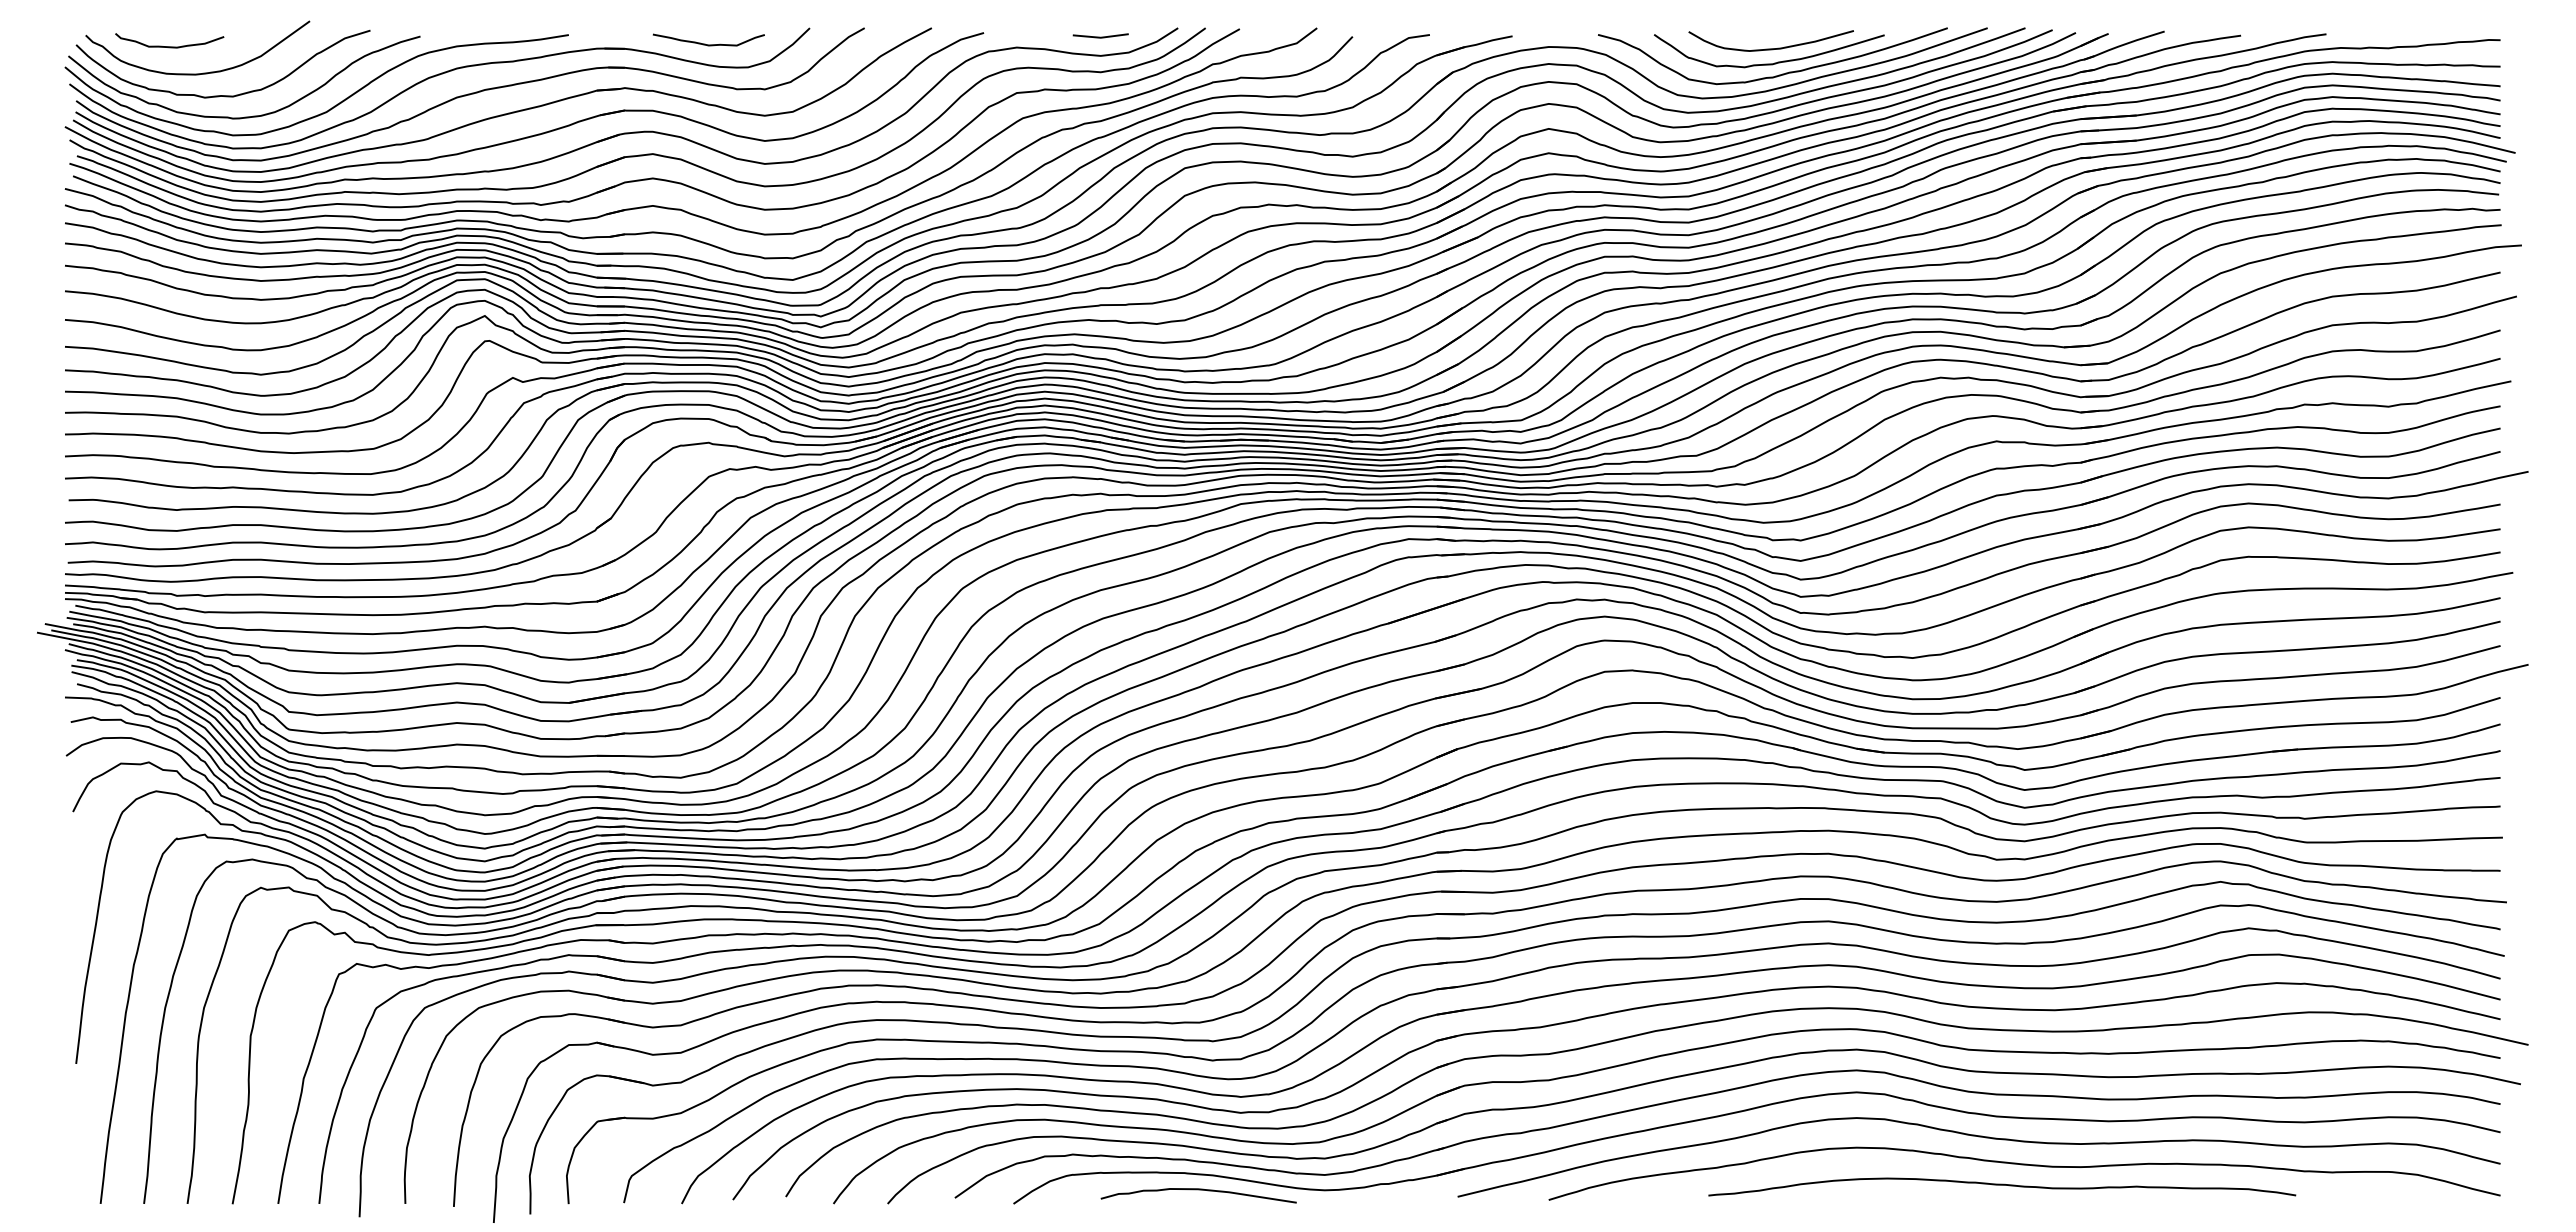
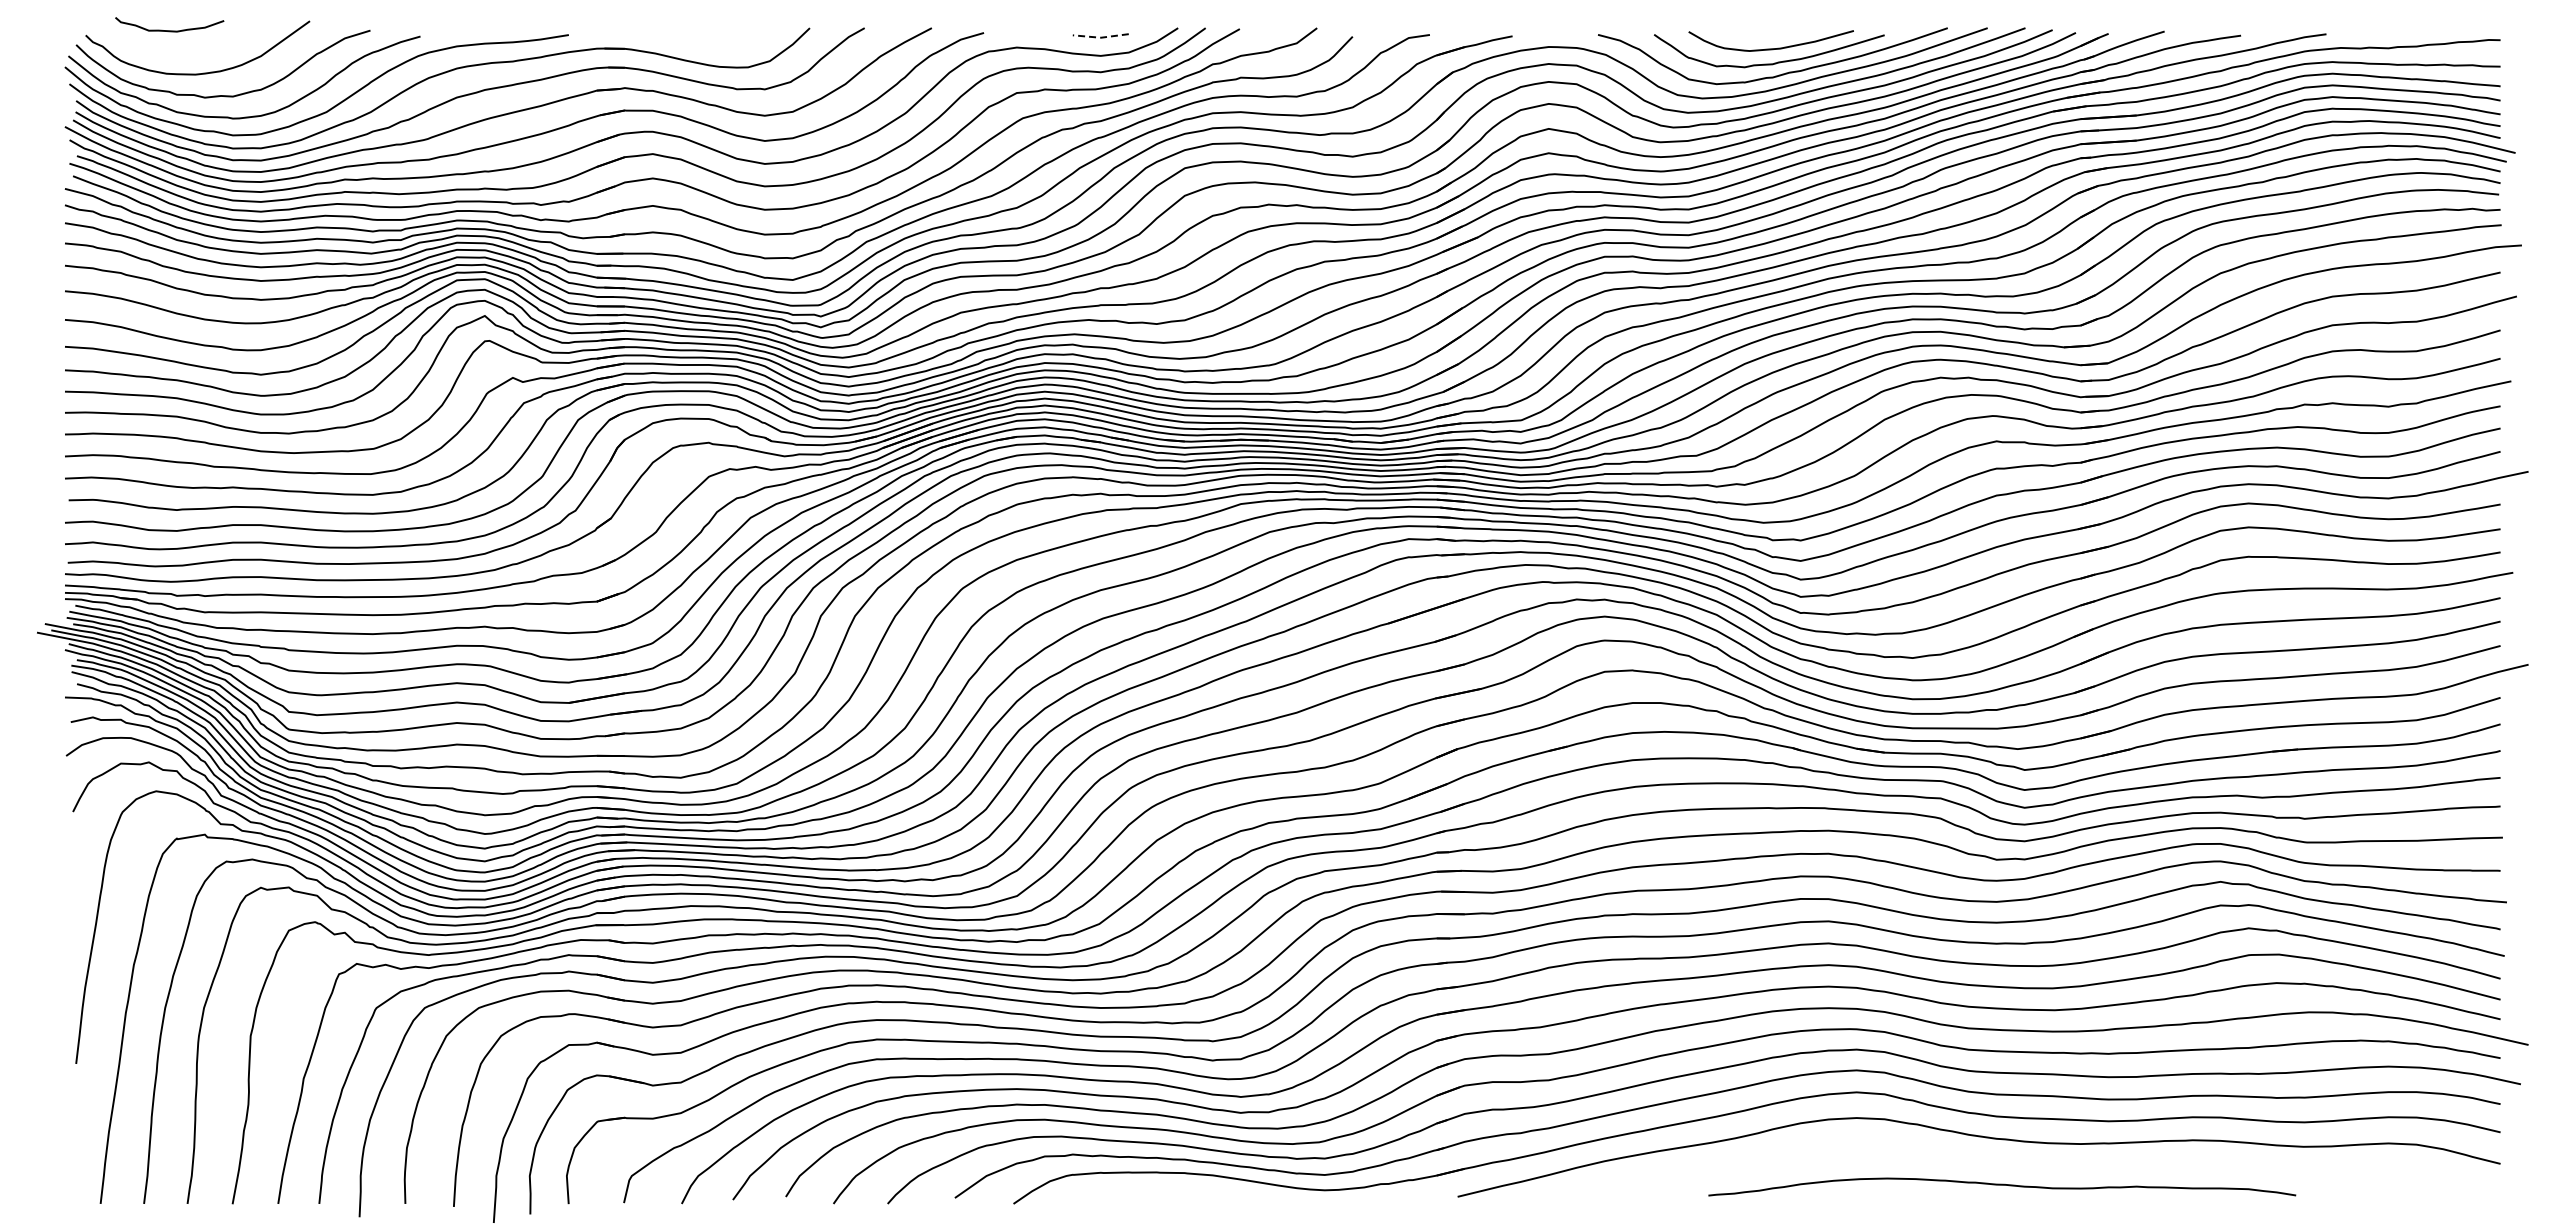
line at (1100, 37): solid -> dashed
curve at (705, 43): present -> none
curve at (169, 46) position: (169, 46) -> (169, 30)
curve at (2024, 1165): present -> none
curve at (1198, 1190): present -> none
